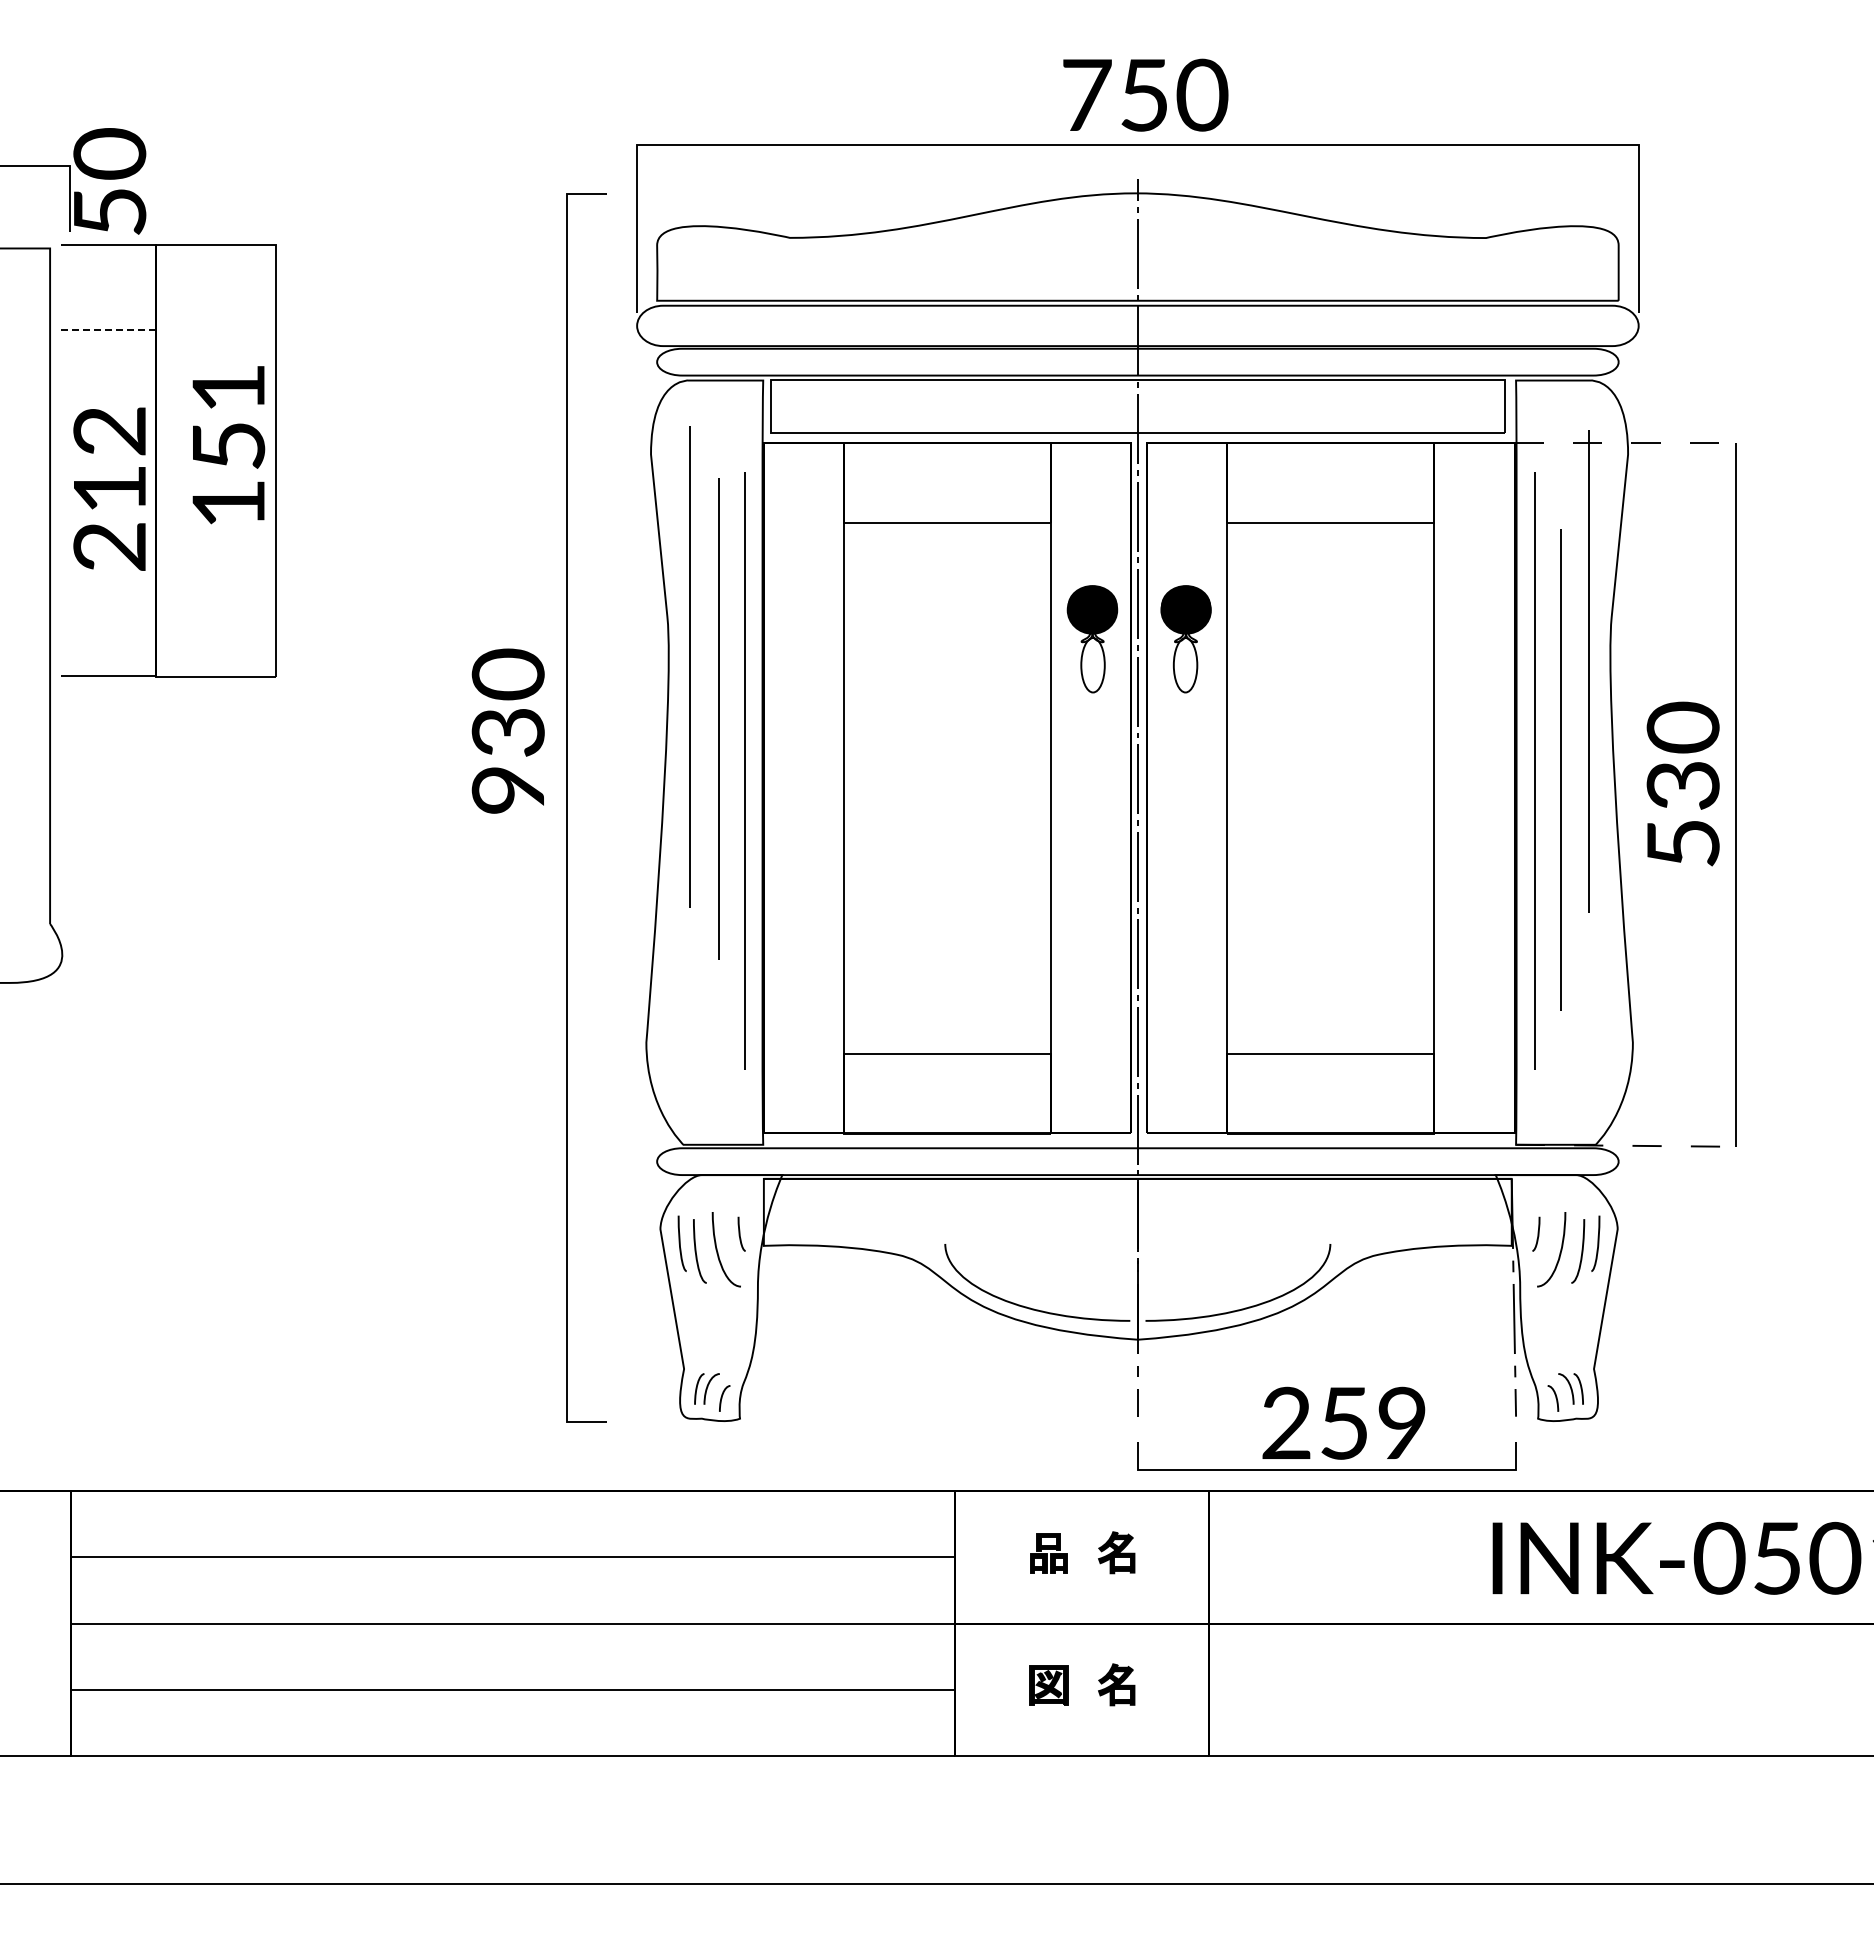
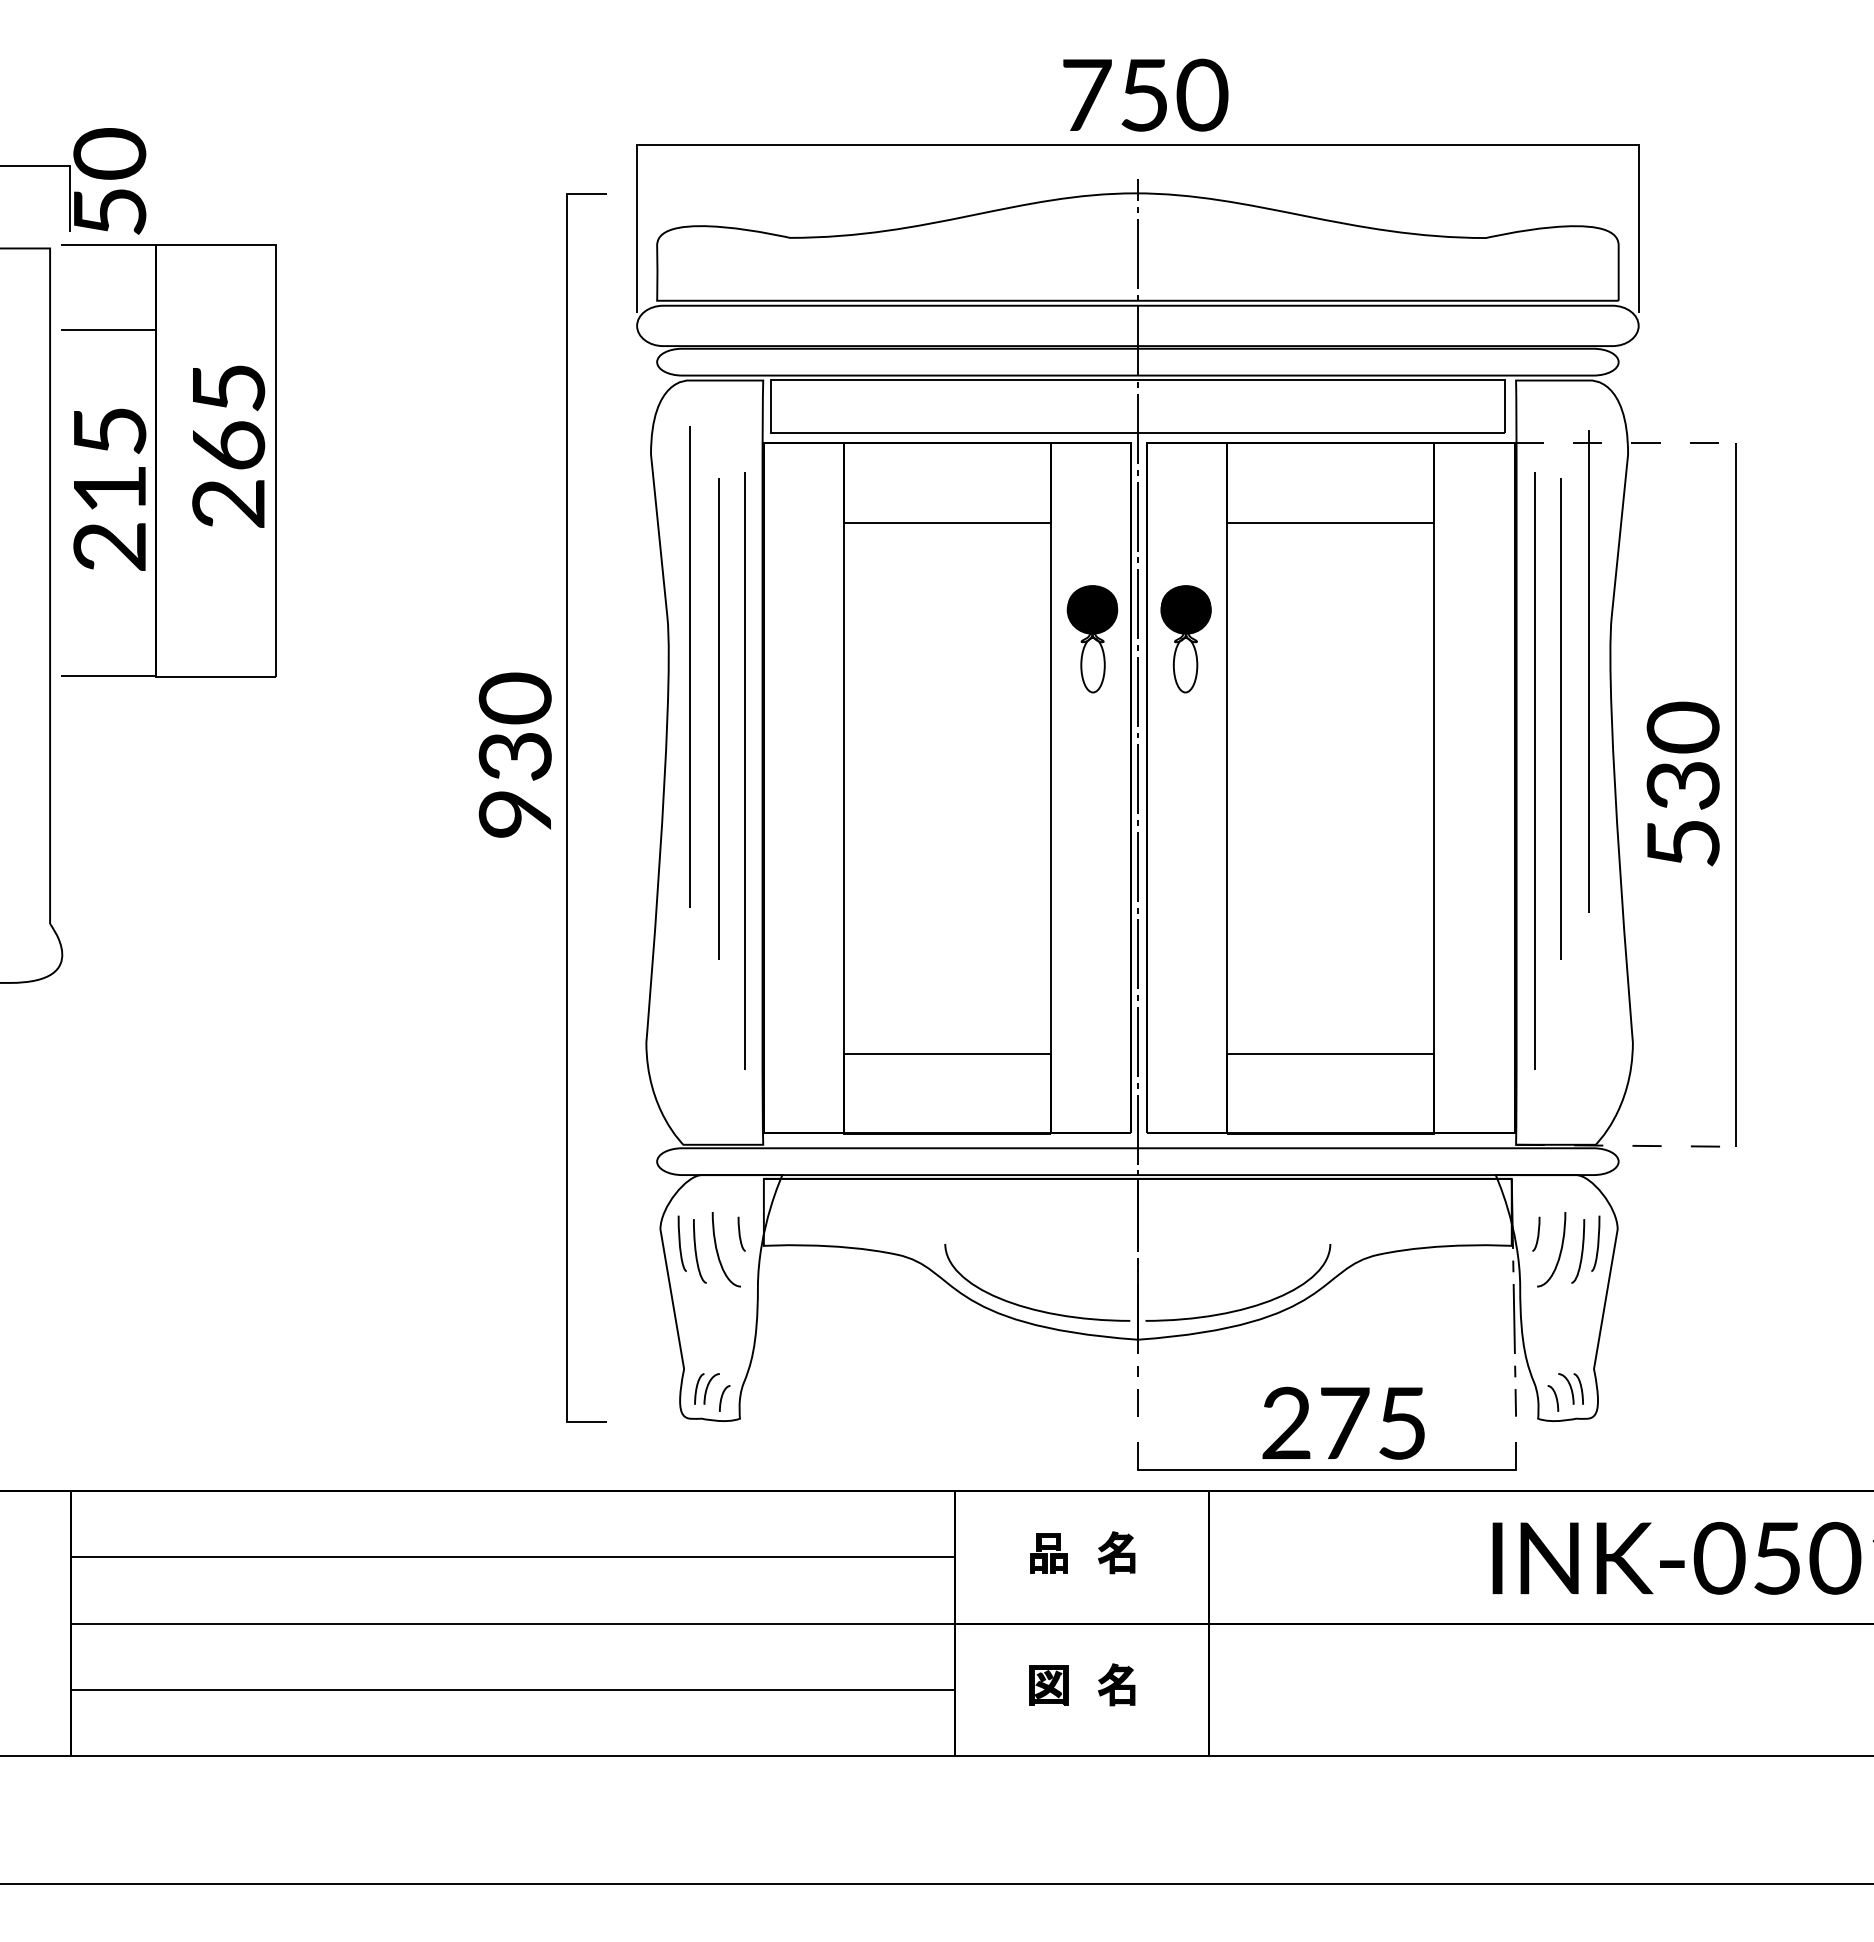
line at (108, 329): dashed -> solid
text at (109, 431): 212 -> 215
text at (228, 446): 151 -> 265
text at (507, 730) position: (507, 730) -> (514, 754)
line at (1560, 769) position: (1560, 769) -> (1560, 718)
text at (1373, 1422): 259 -> 275
